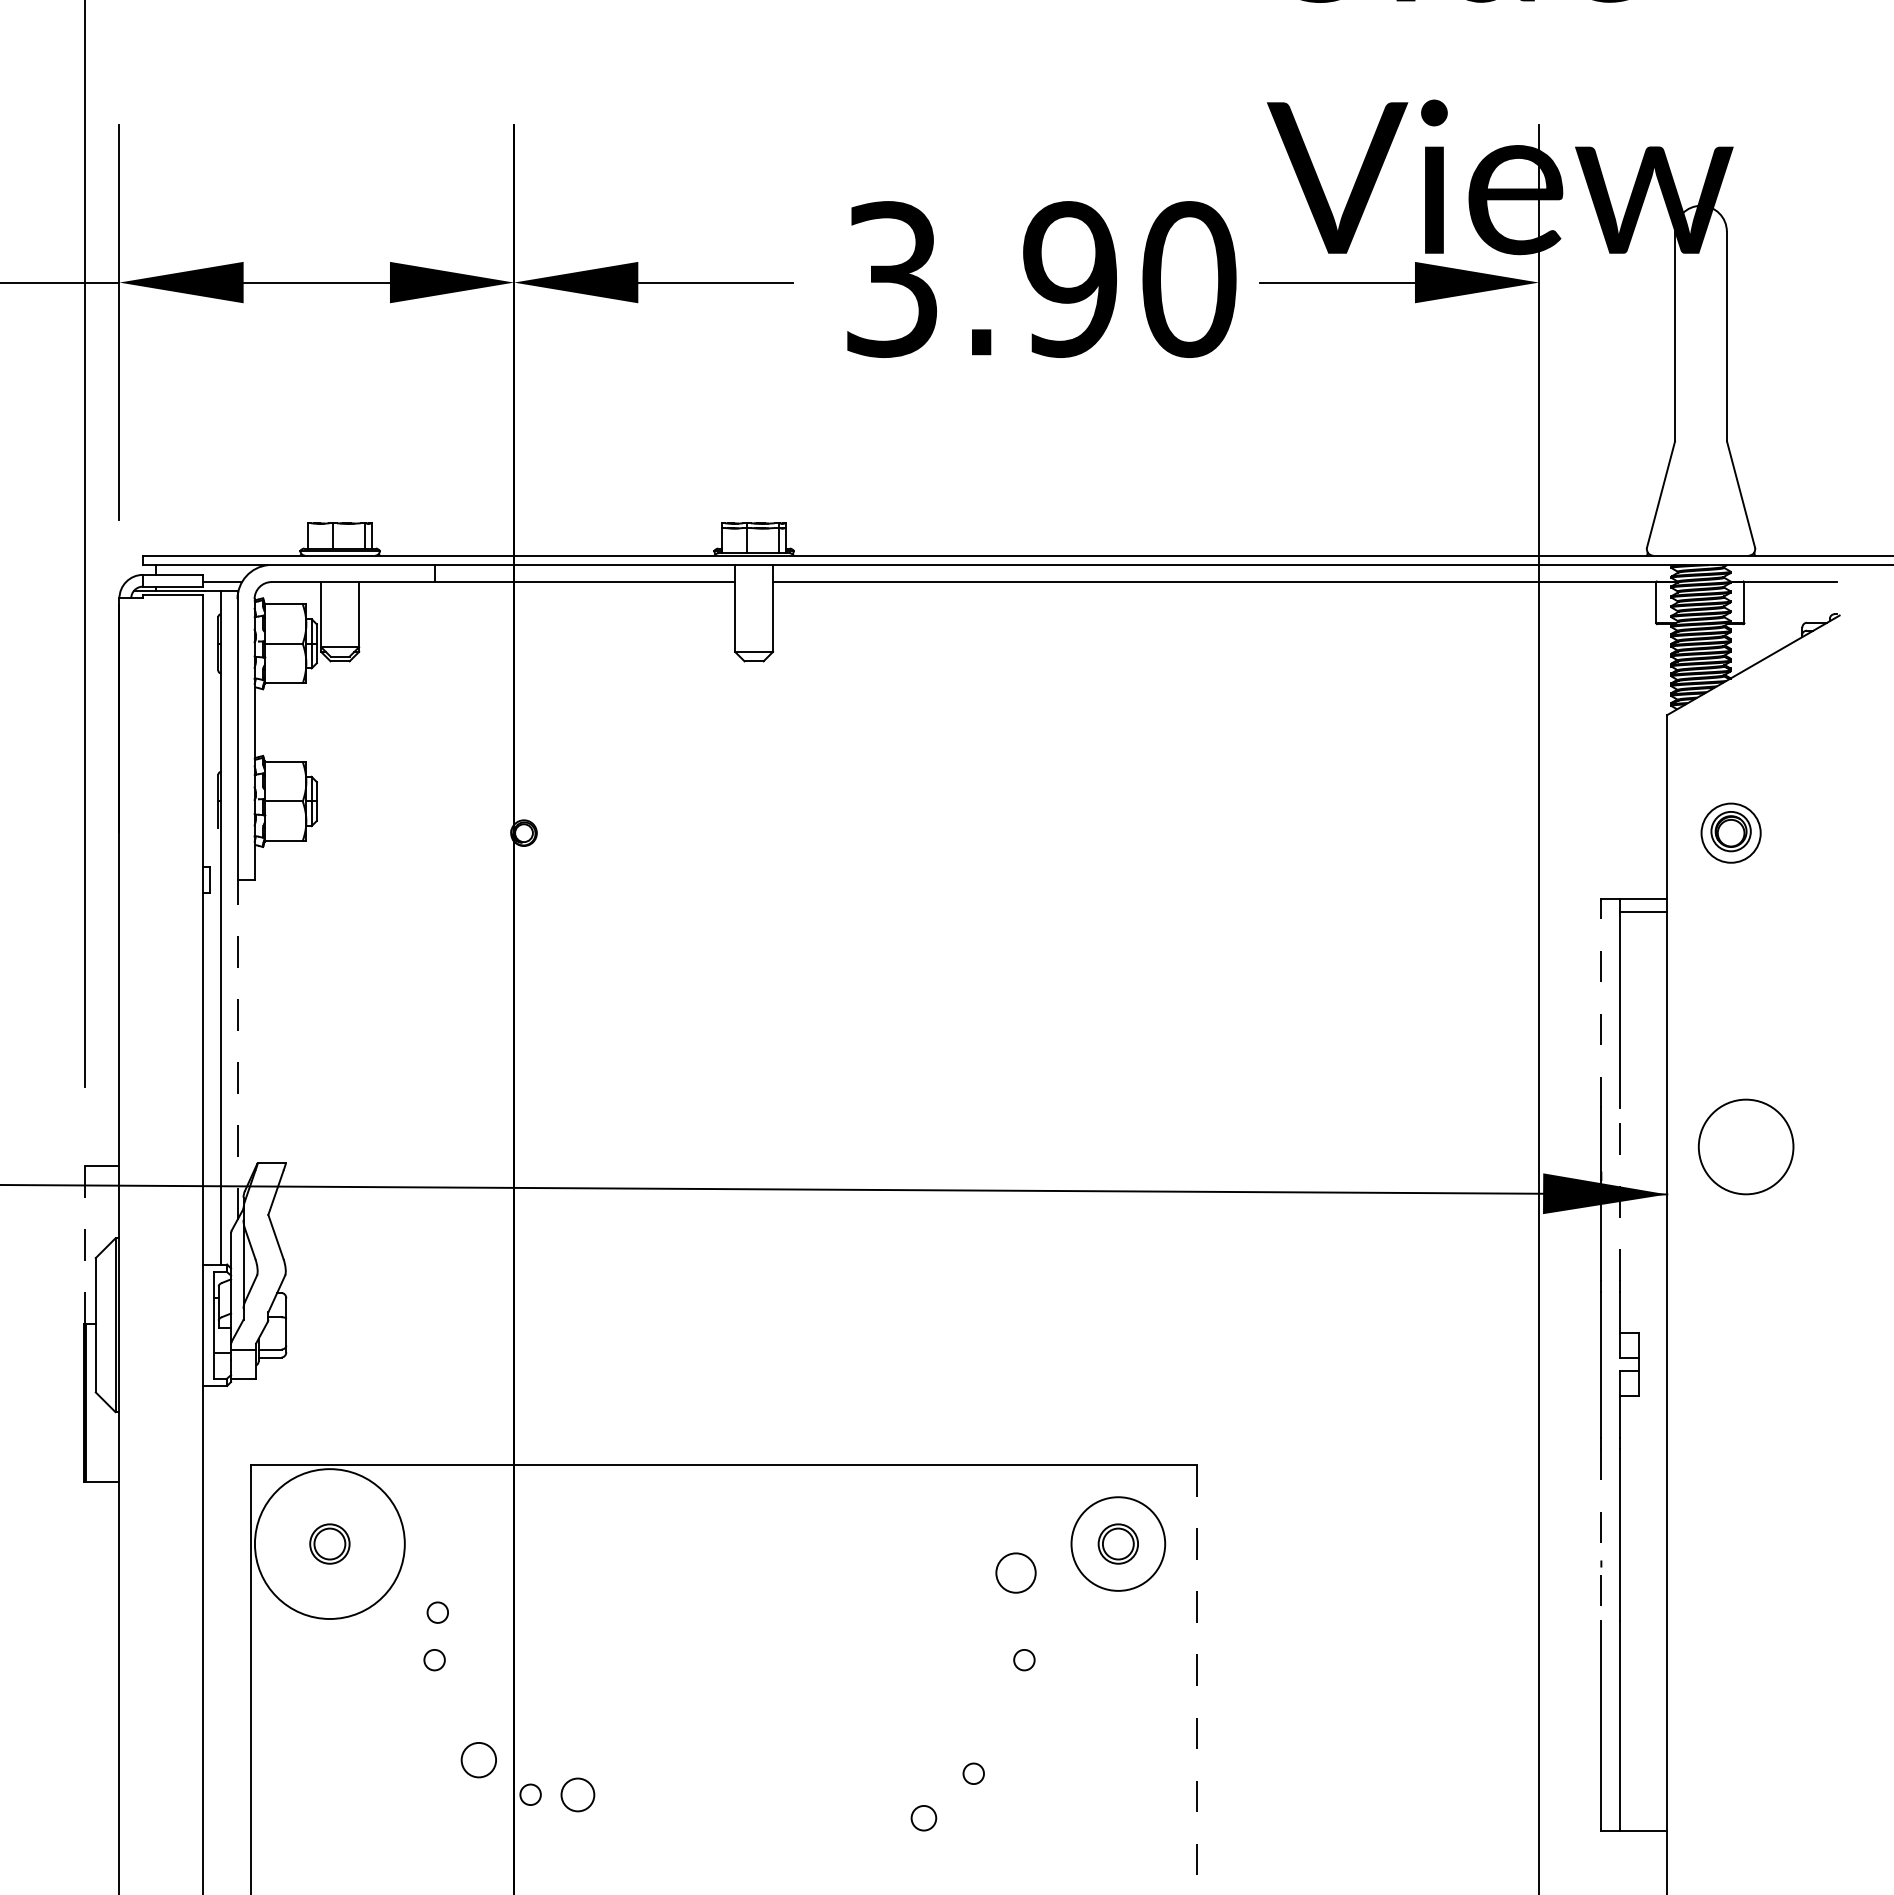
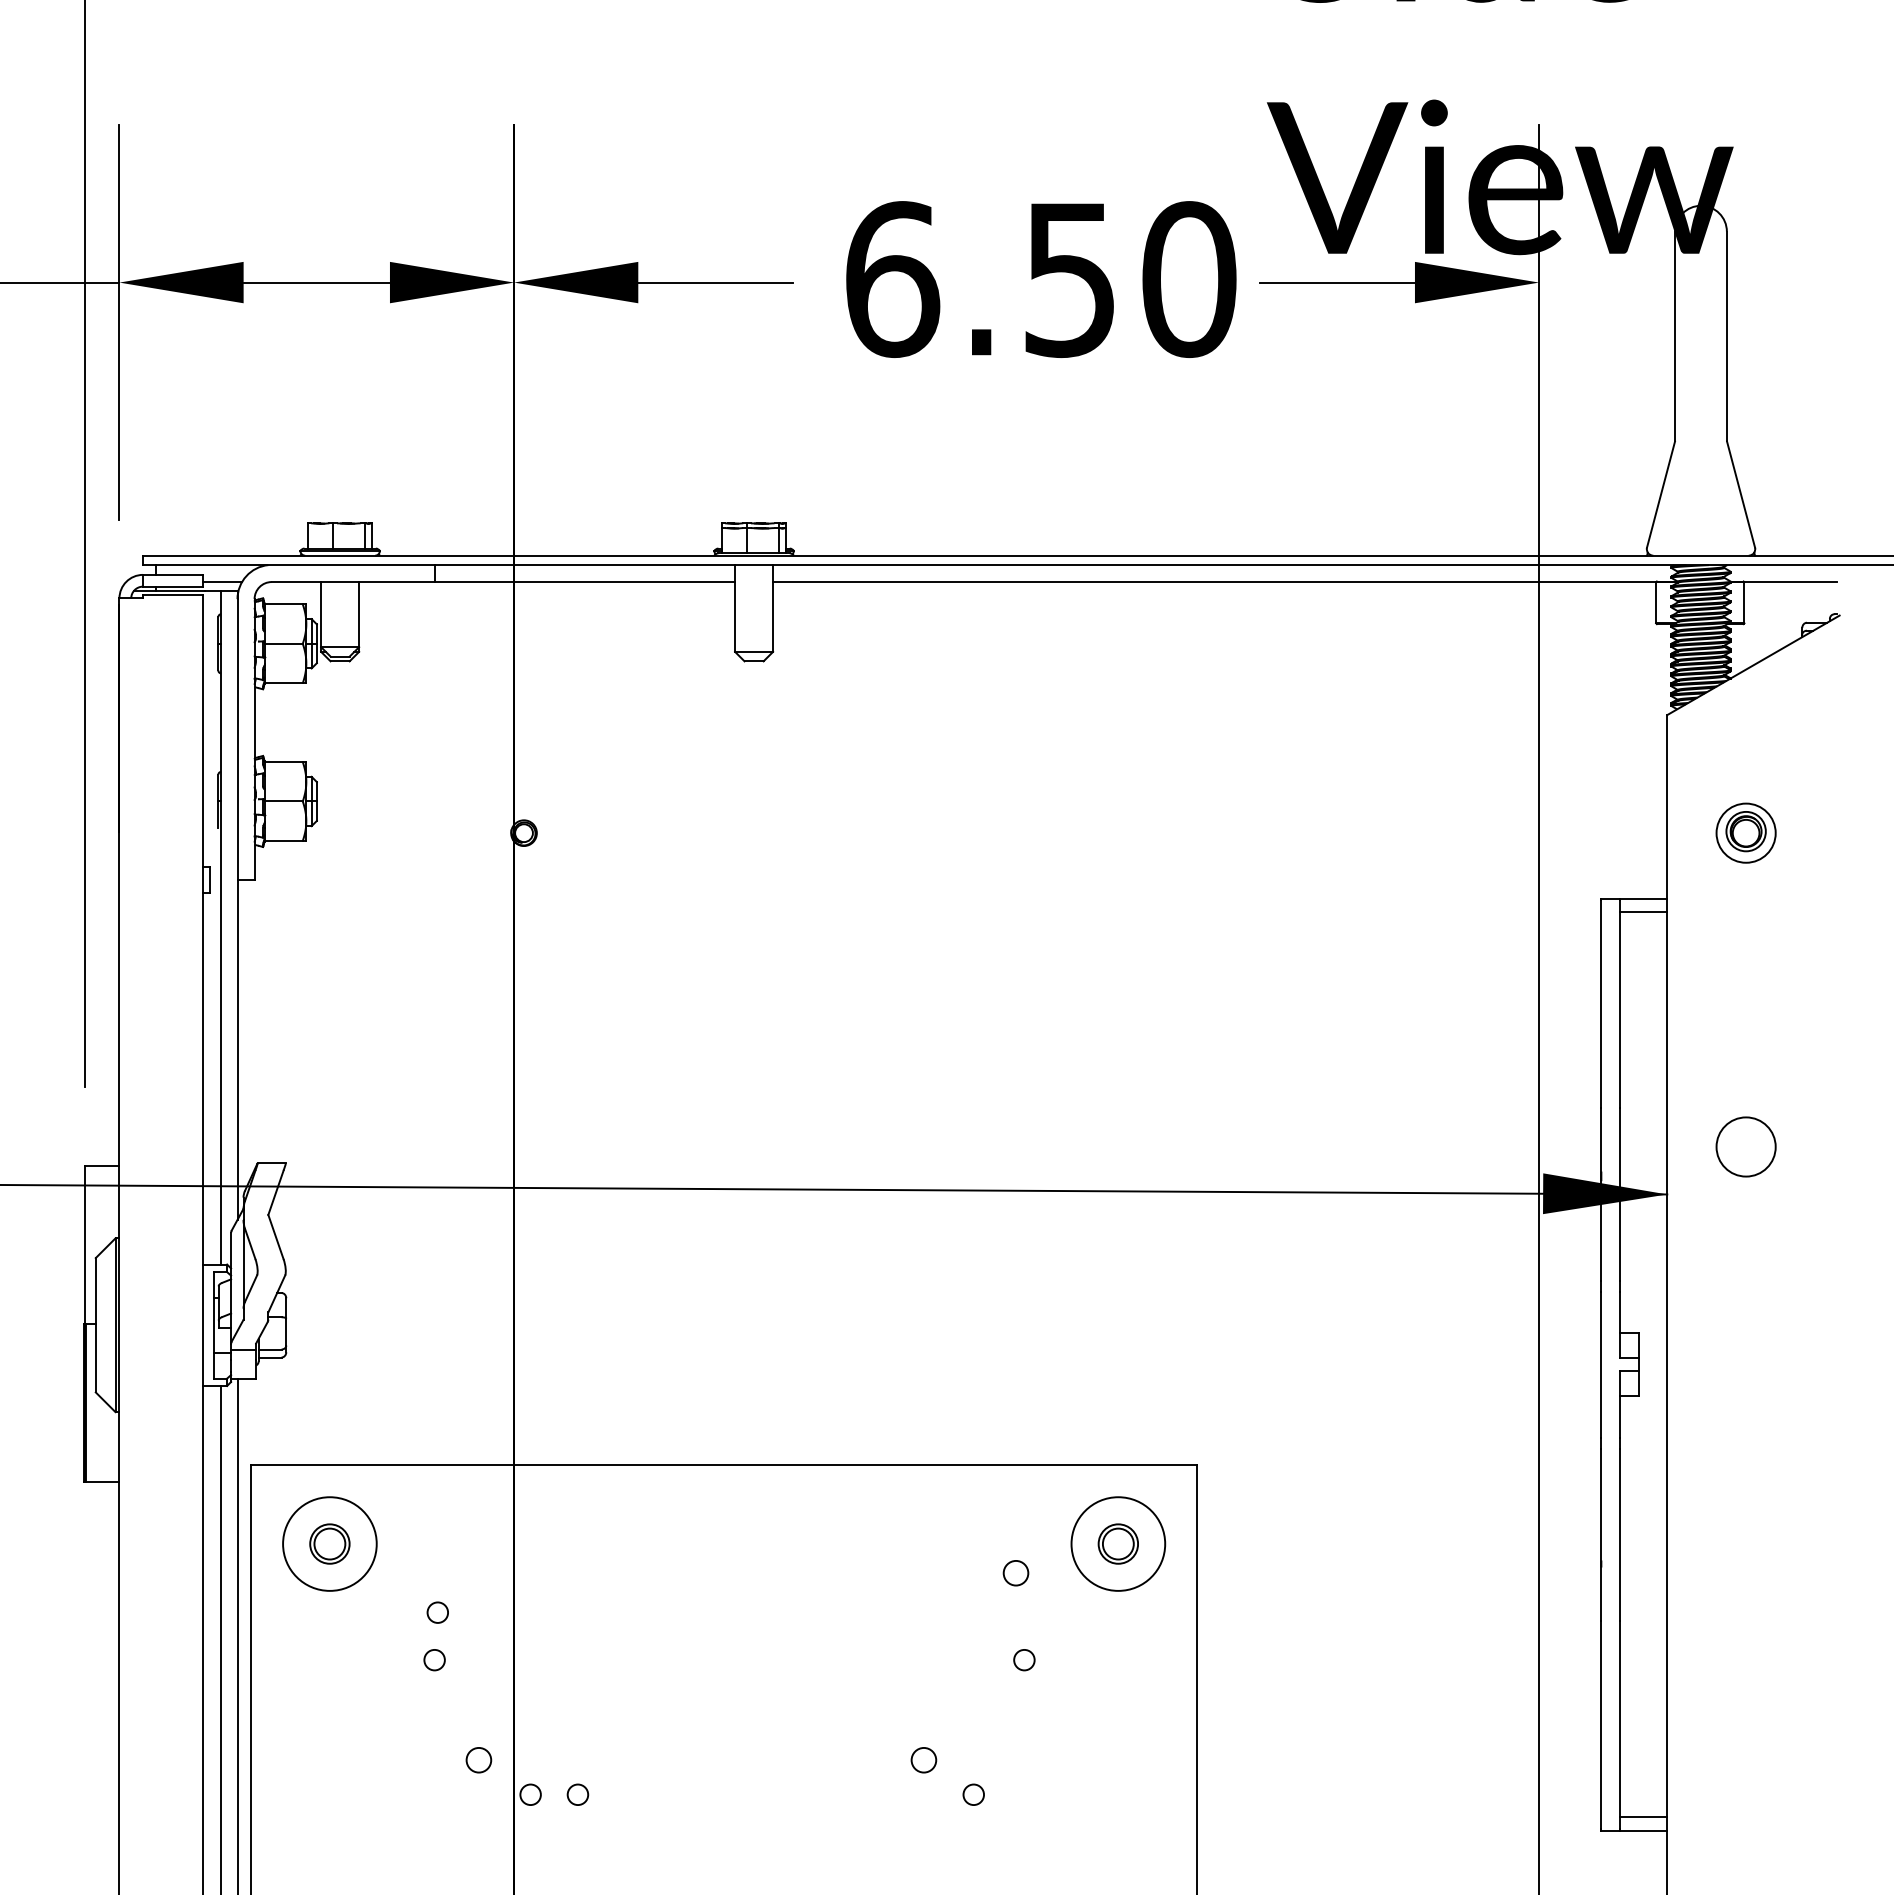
text at (981, 279): 3.90 -> 6.50
part at (1730, 832) position: (1730, 832) -> (1745, 832)
line at (1601, 1003): dashed -> solid
line at (237, 1050): dashed -> solid
circle at (1745, 1146) diameter: 95 px -> 59 px
line at (1620, 1193): dashed -> solid
line at (85, 1245): dashed -> solid
line at (1601, 1535): dashed -> solid
circle at (329, 1544) diameter: 150 px -> 94 px
circle at (1015, 1572) size: 42x42 px -> 28x27 px
line at (237, 1634): none -> present
line at (221, 1638): none -> present
line at (1197, 1679): dashed -> solid
circle at (478, 1760) size: 37x37 px -> 28x27 px
circle at (973, 1773) position: (973, 1773) -> (973, 1794)
circle at (577, 1794) size: 36x36 px -> 24x23 px
line at (1643, 1817): none -> present
circle at (923, 1818) position: (923, 1818) -> (923, 1760)
